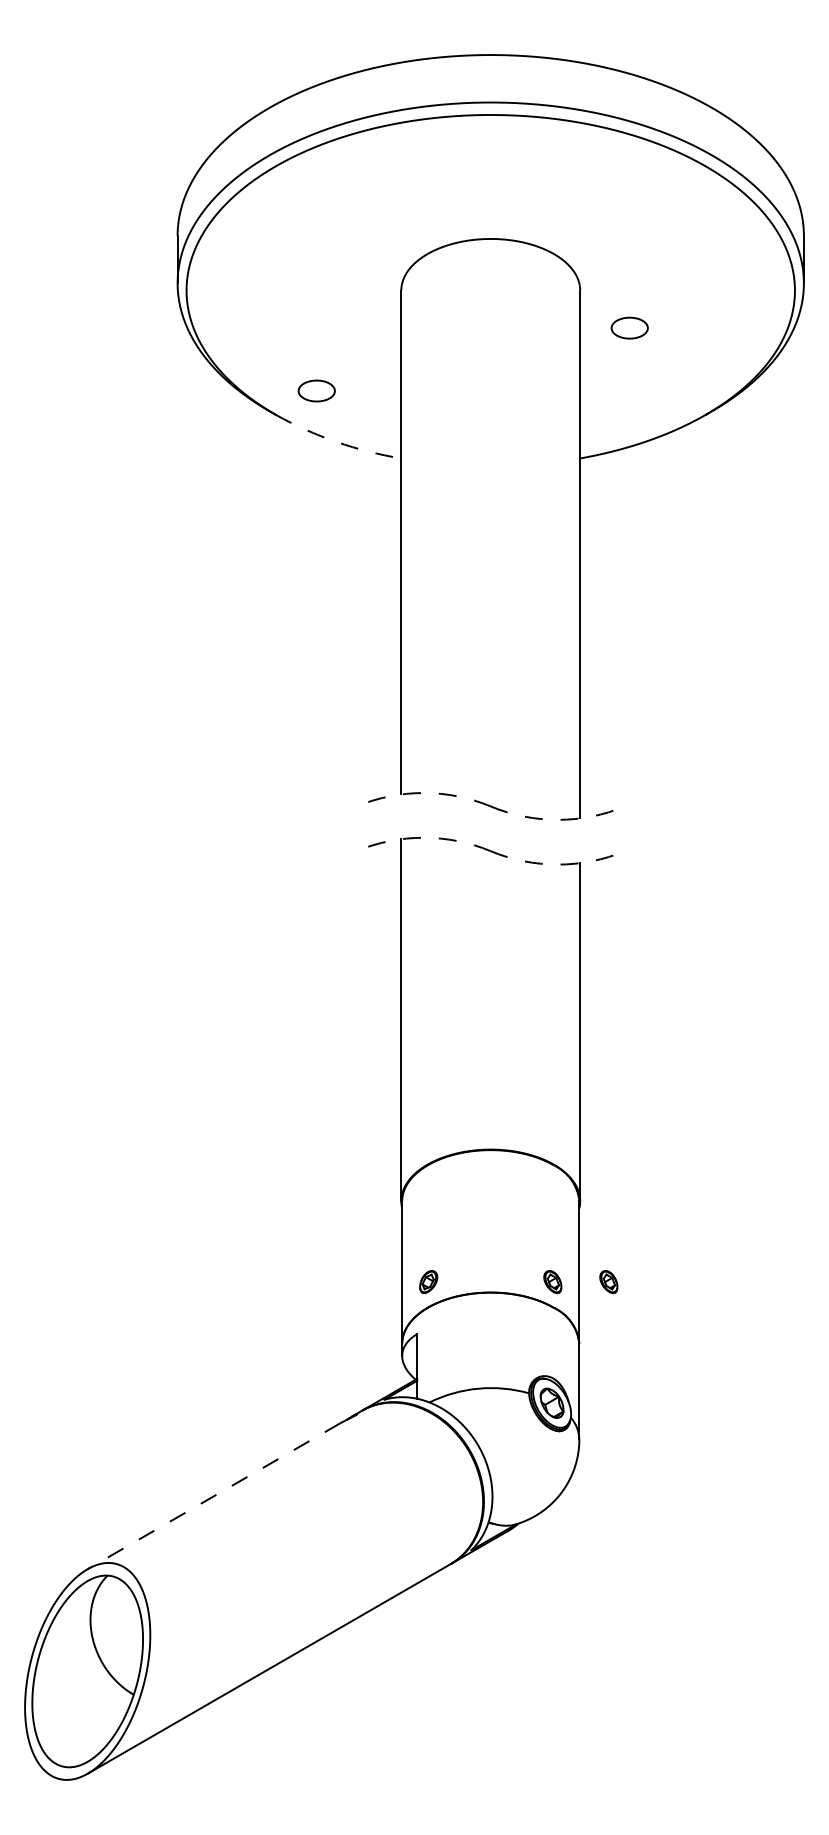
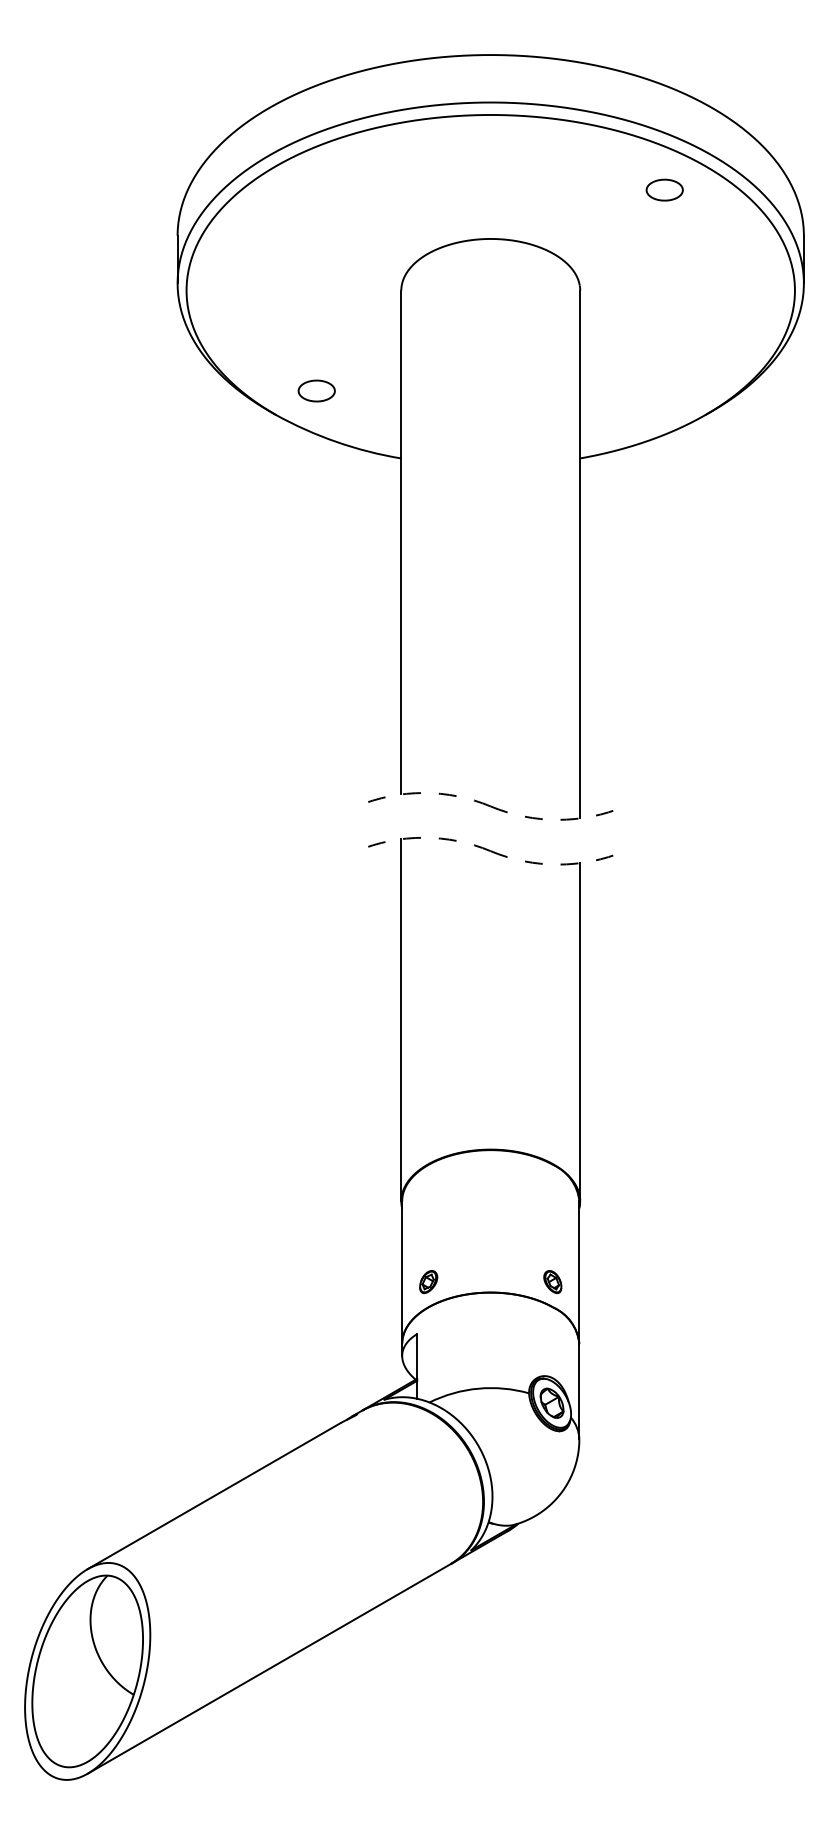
part at (629, 327) position: (629, 327) -> (664, 189)
arc at (336, 441): dashed -> solid
part at (608, 1282): present -> none
line at (214, 1496): dashed -> solid
